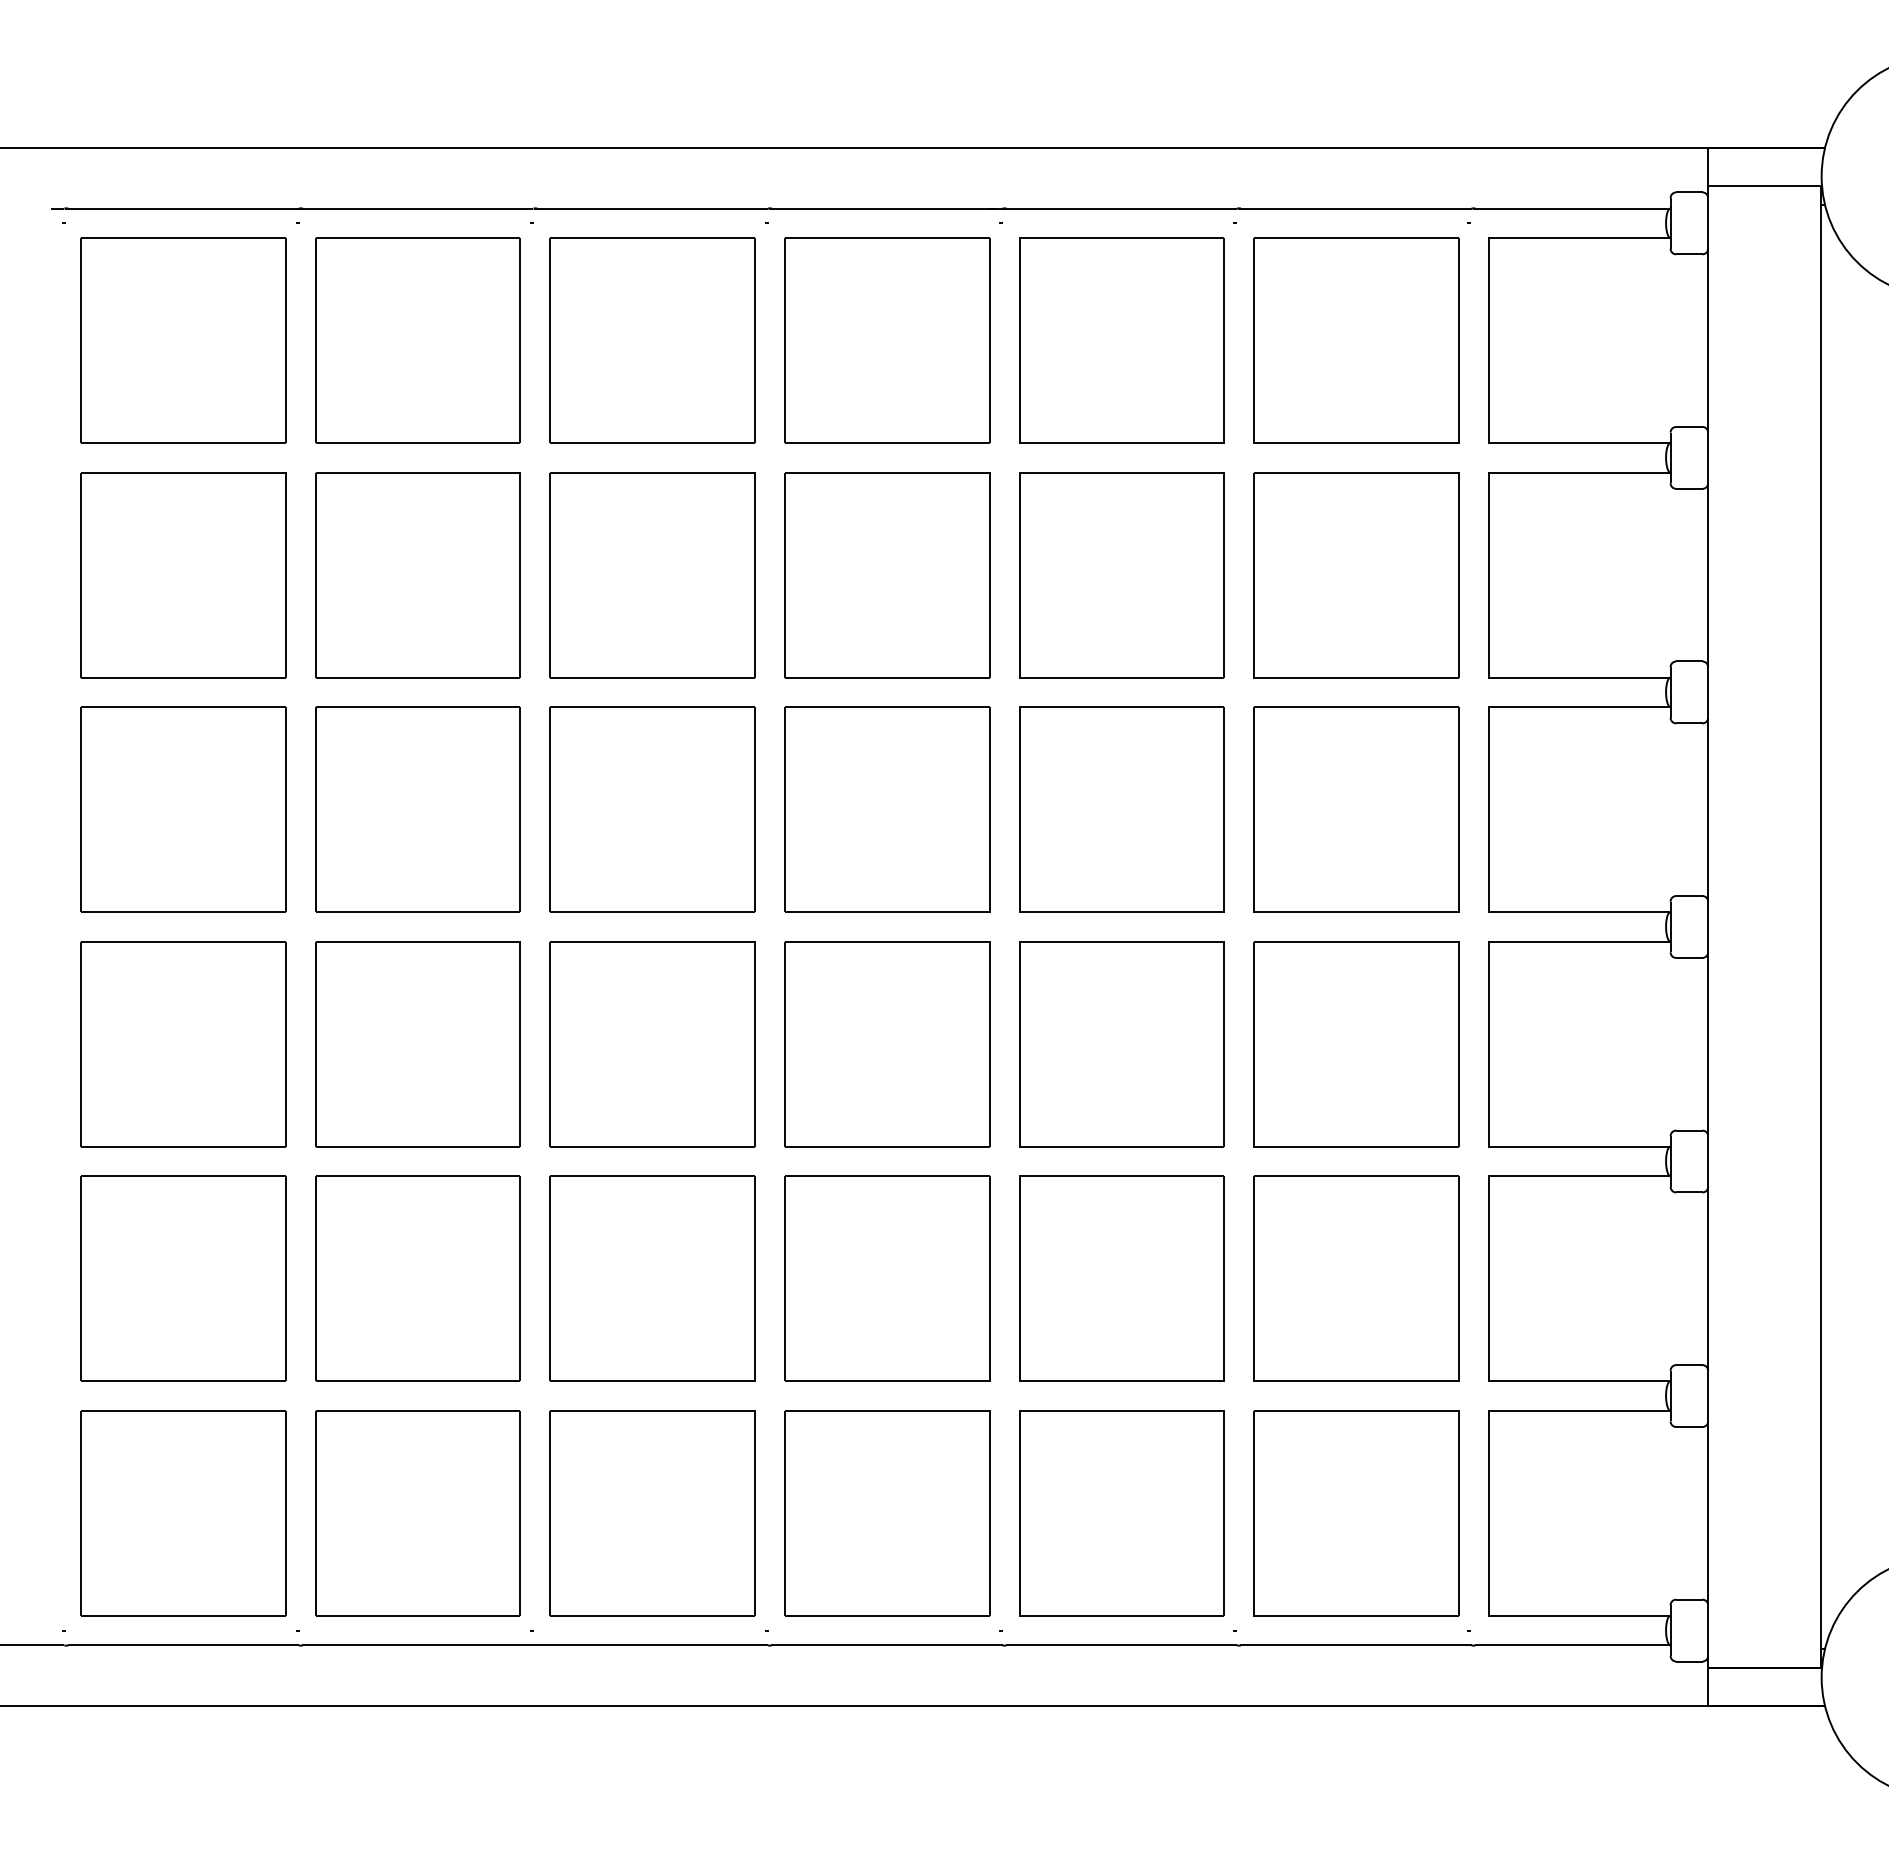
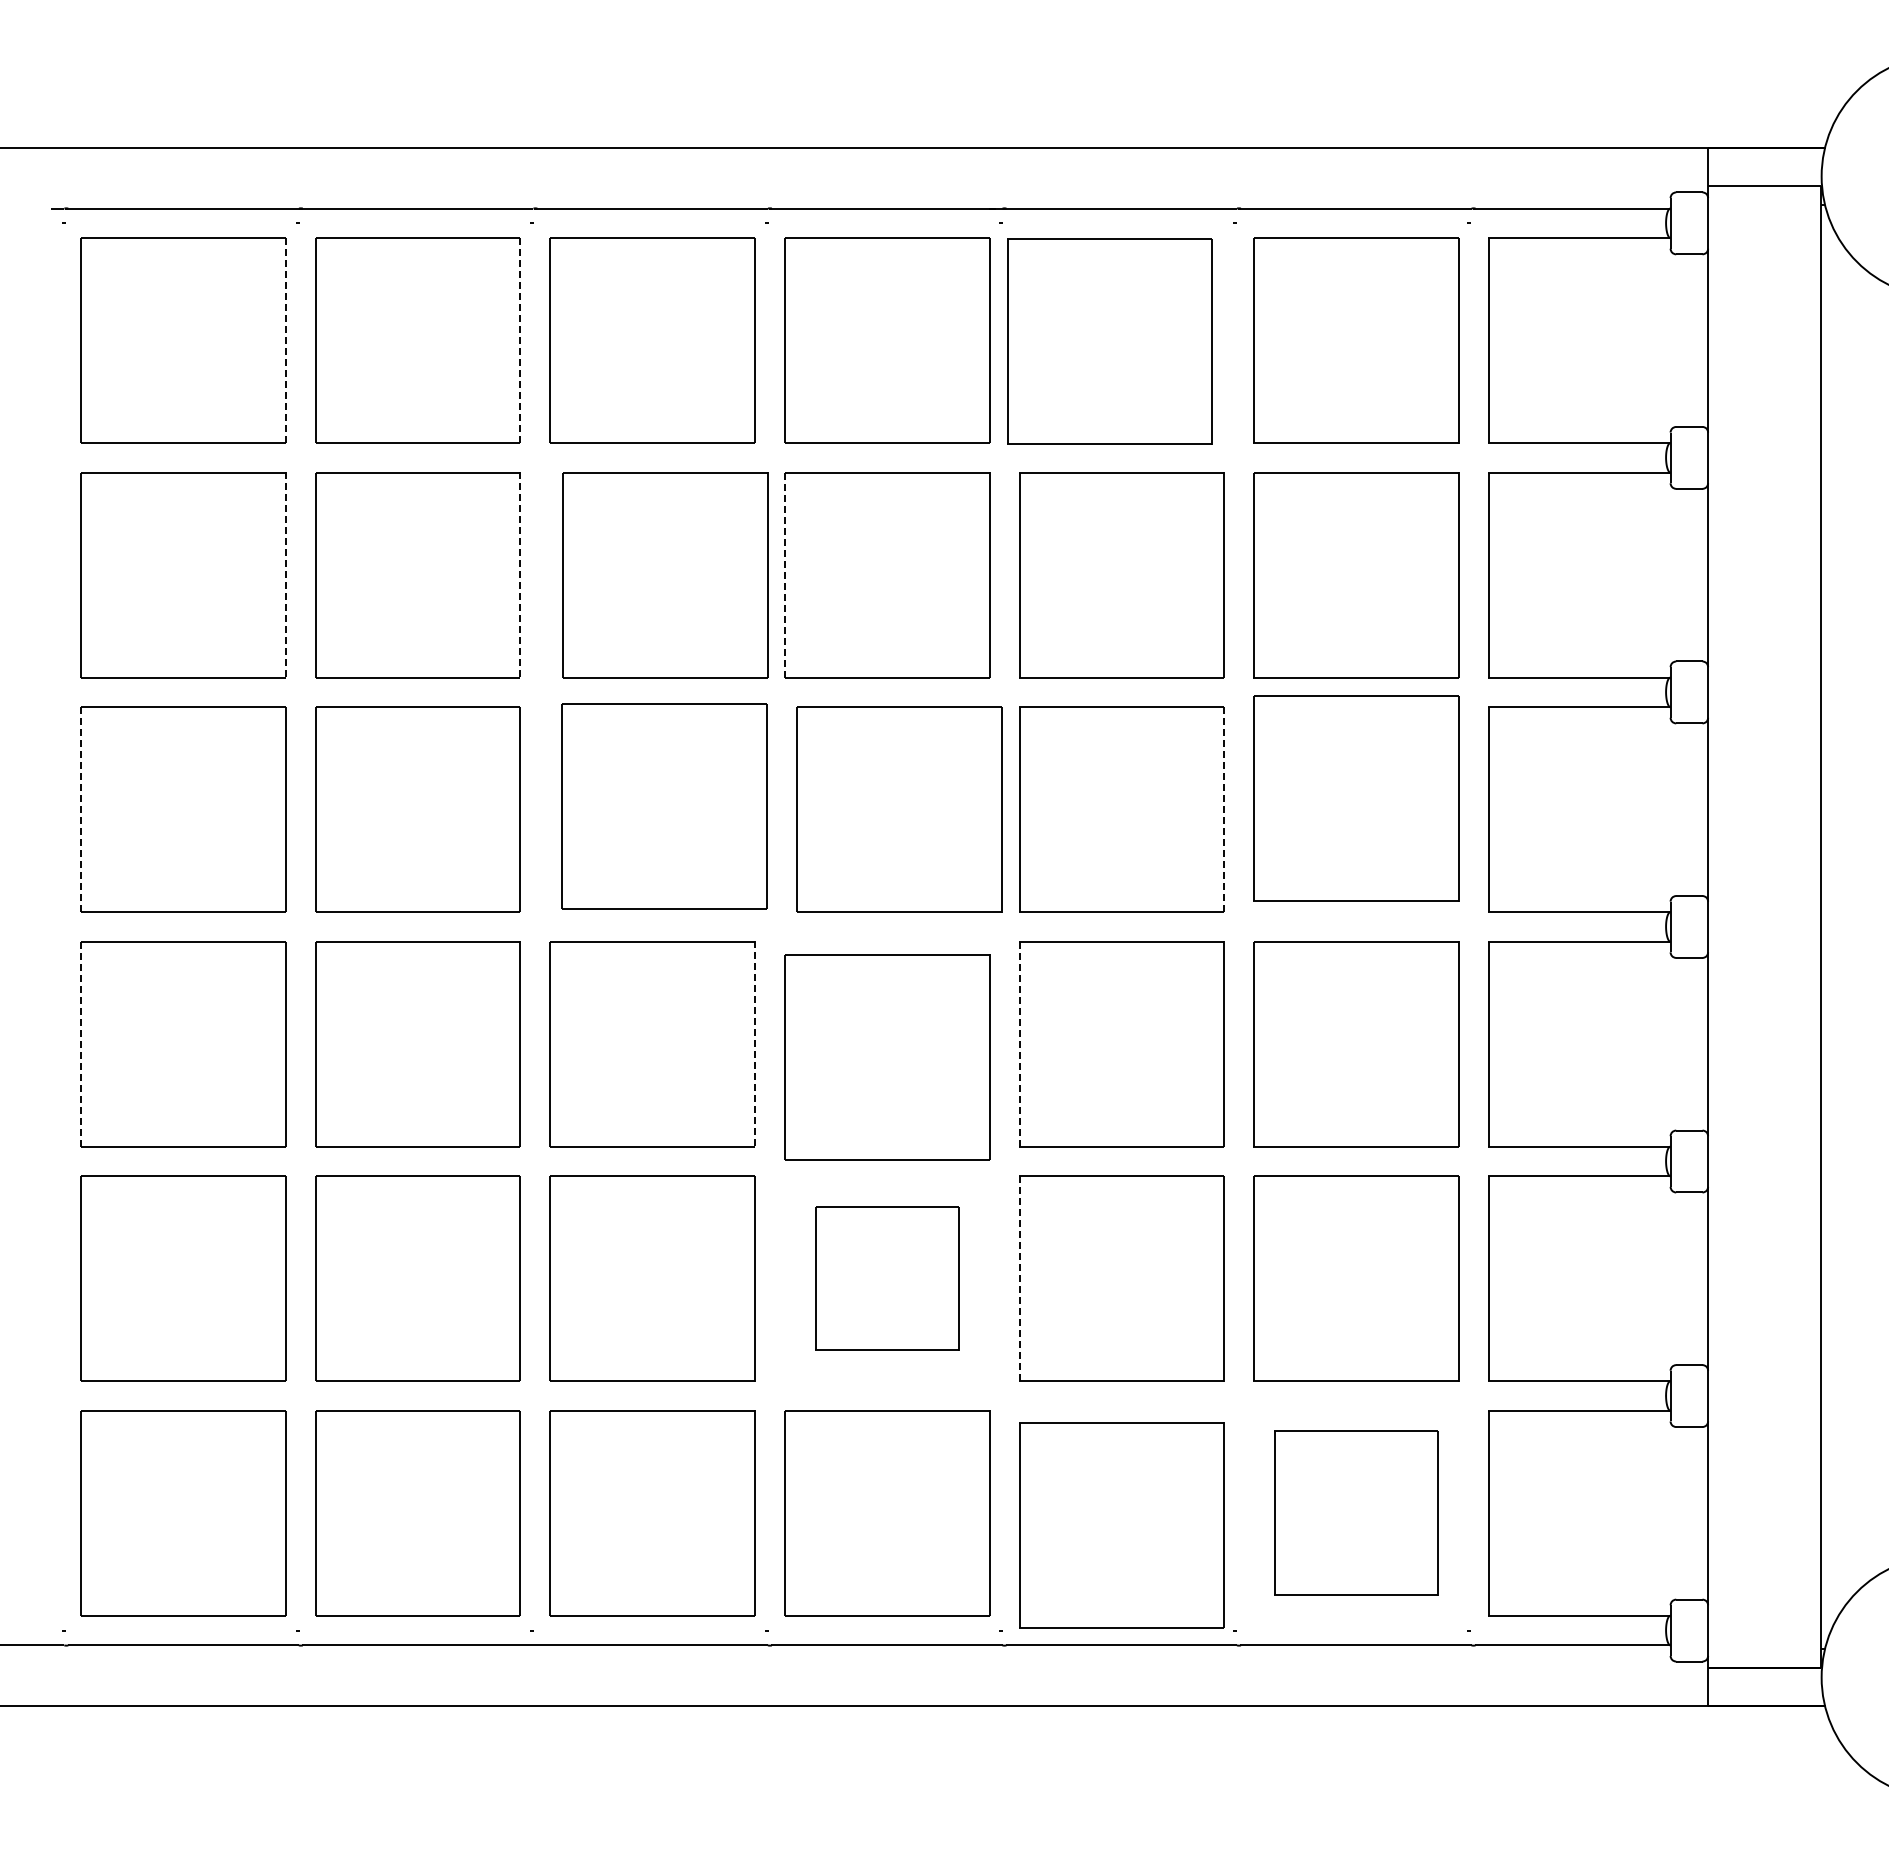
line at (285, 340): solid -> dashed
line at (520, 340): solid -> dashed
part at (1121, 340) position: (1121, 340) -> (1109, 341)
line at (285, 575): solid -> dashed
line at (520, 575): solid -> dashed
part at (652, 575) position: (652, 575) -> (665, 575)
line at (784, 575): solid -> dashed
part at (652, 809) position: (652, 809) -> (664, 806)
part at (887, 809) position: (887, 809) -> (899, 809)
line at (1224, 809): solid -> dashed
part at (1356, 809) position: (1356, 809) -> (1356, 798)
line at (81, 810): solid -> dashed
line at (81, 1044): solid -> dashed
line at (754, 1044): solid -> dashed
part at (887, 1044) position: (887, 1044) -> (887, 1057)
line at (1019, 1044): solid -> dashed
part at (887, 1278) size: 207x207 px -> 145x145 px
line at (1019, 1279): solid -> dashed
part at (1121, 1513) position: (1121, 1513) -> (1121, 1525)
part at (1356, 1513) size: 207x207 px -> 165x166 px
